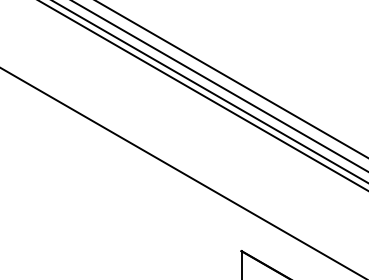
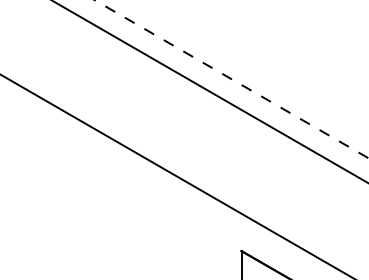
line at (231, 79): solid -> dashed
line at (219, 86): present -> none
line at (203, 95): present -> none
line at (182, 172) position: (182, 172) -> (176, 175)
